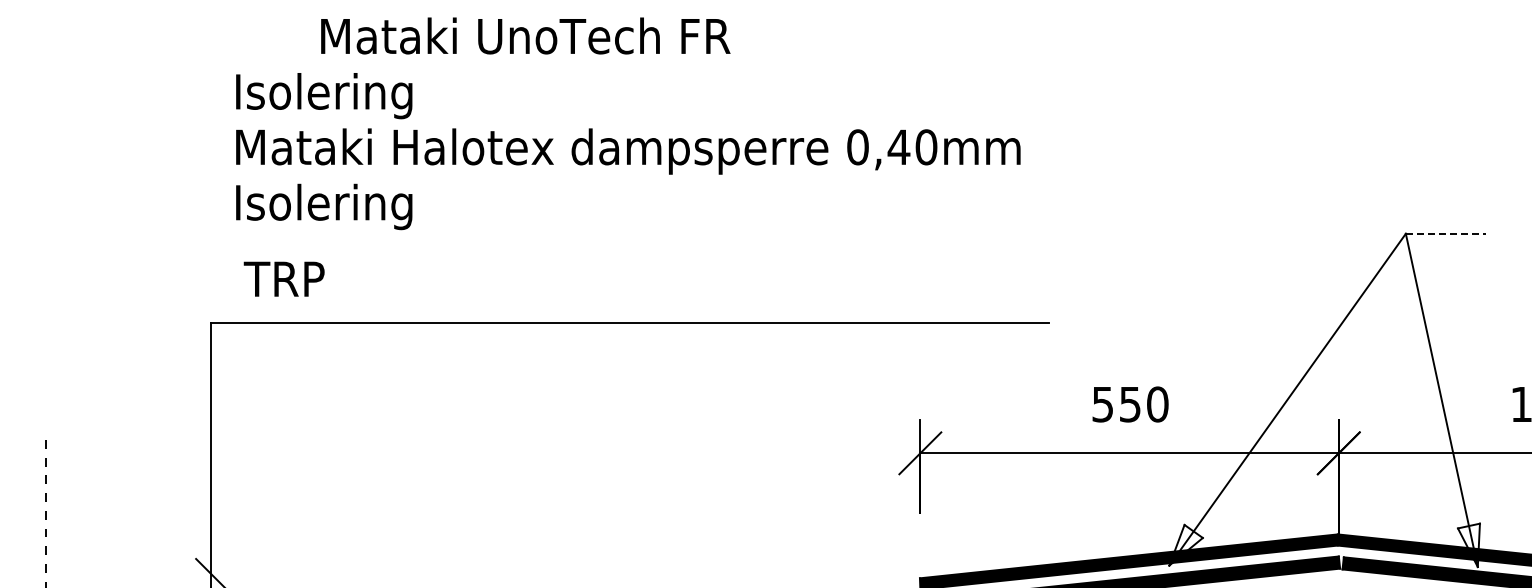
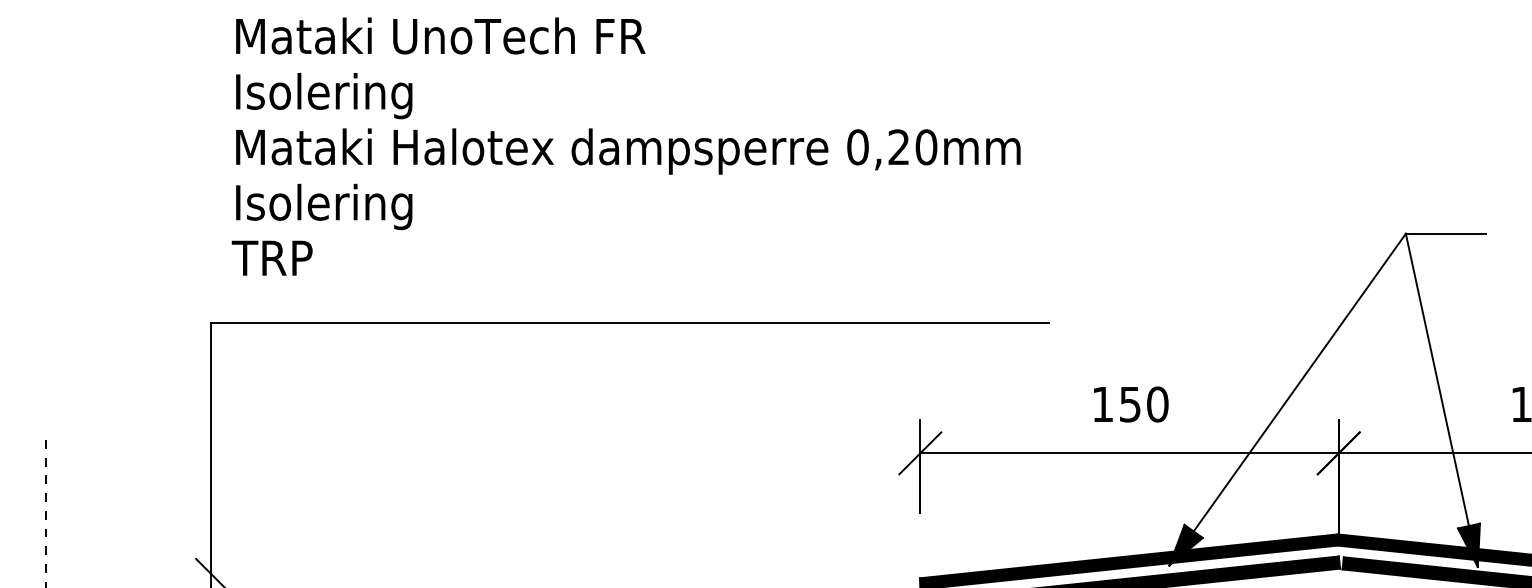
text at (525, 35) position: (525, 35) -> (440, 35)
text at (898, 146): 0,40mm -> 0,20mm
line at (1445, 233): dashed -> solid
text at (283, 278) position: (283, 278) -> (271, 257)
text at (1102, 404): 550 -> 150
fill at (1185, 544): none -> present
fill at (1468, 545): none -> present
